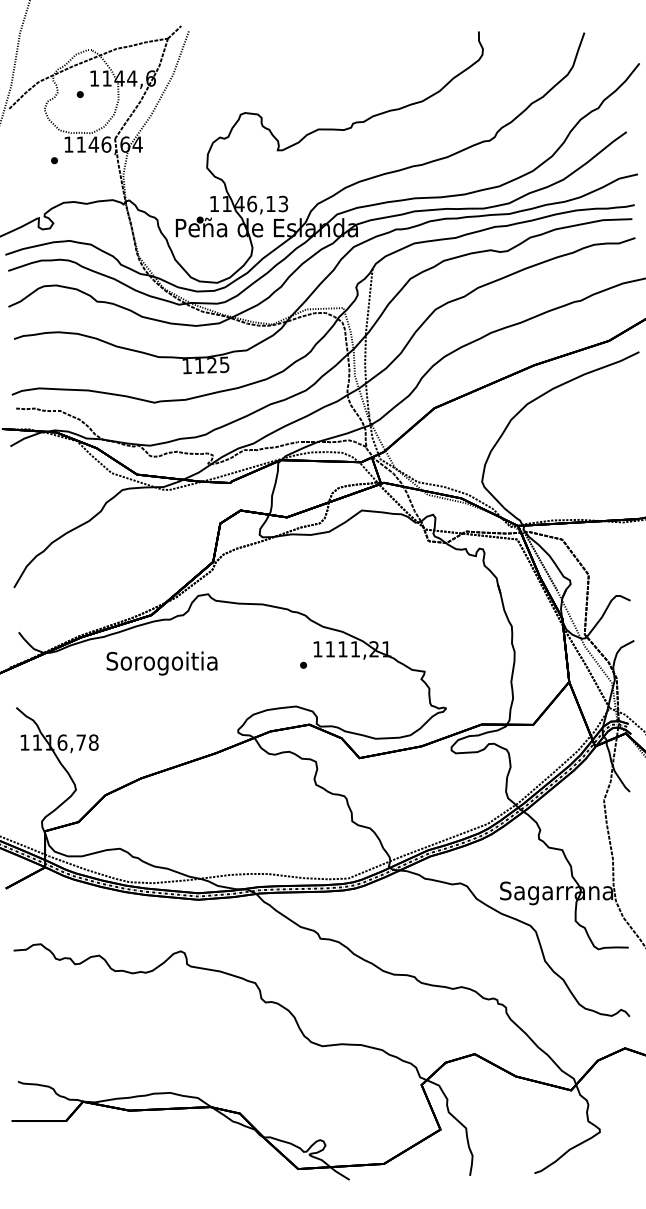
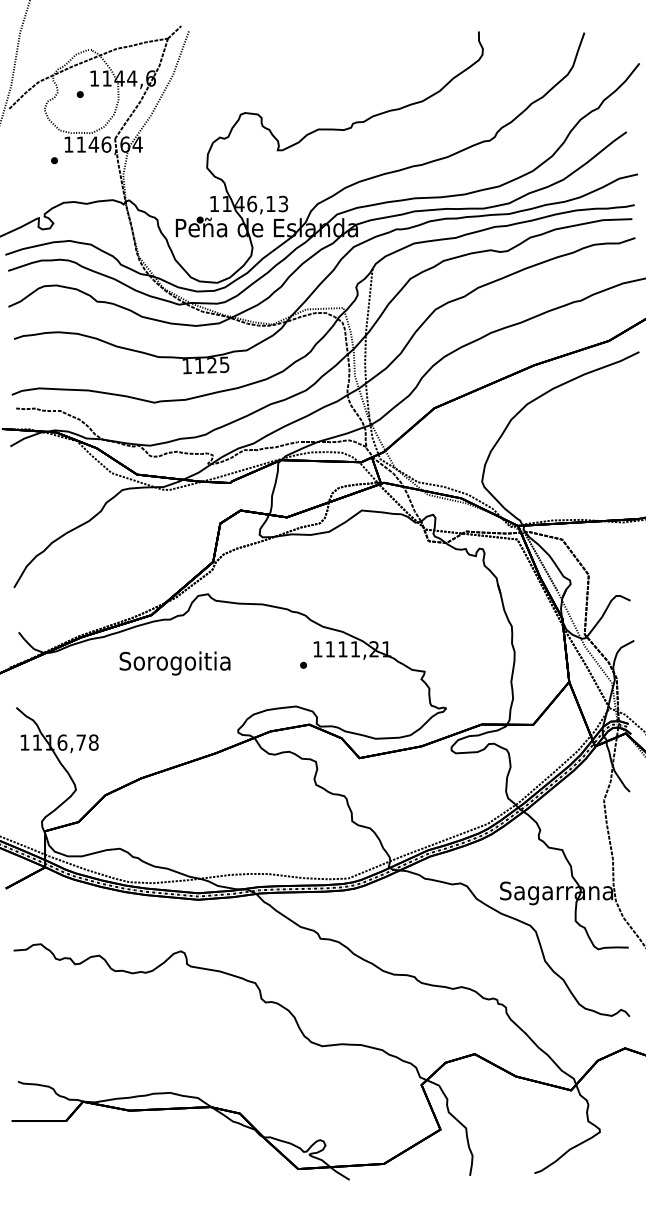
text at (161, 663) position: (161, 663) -> (174, 663)
